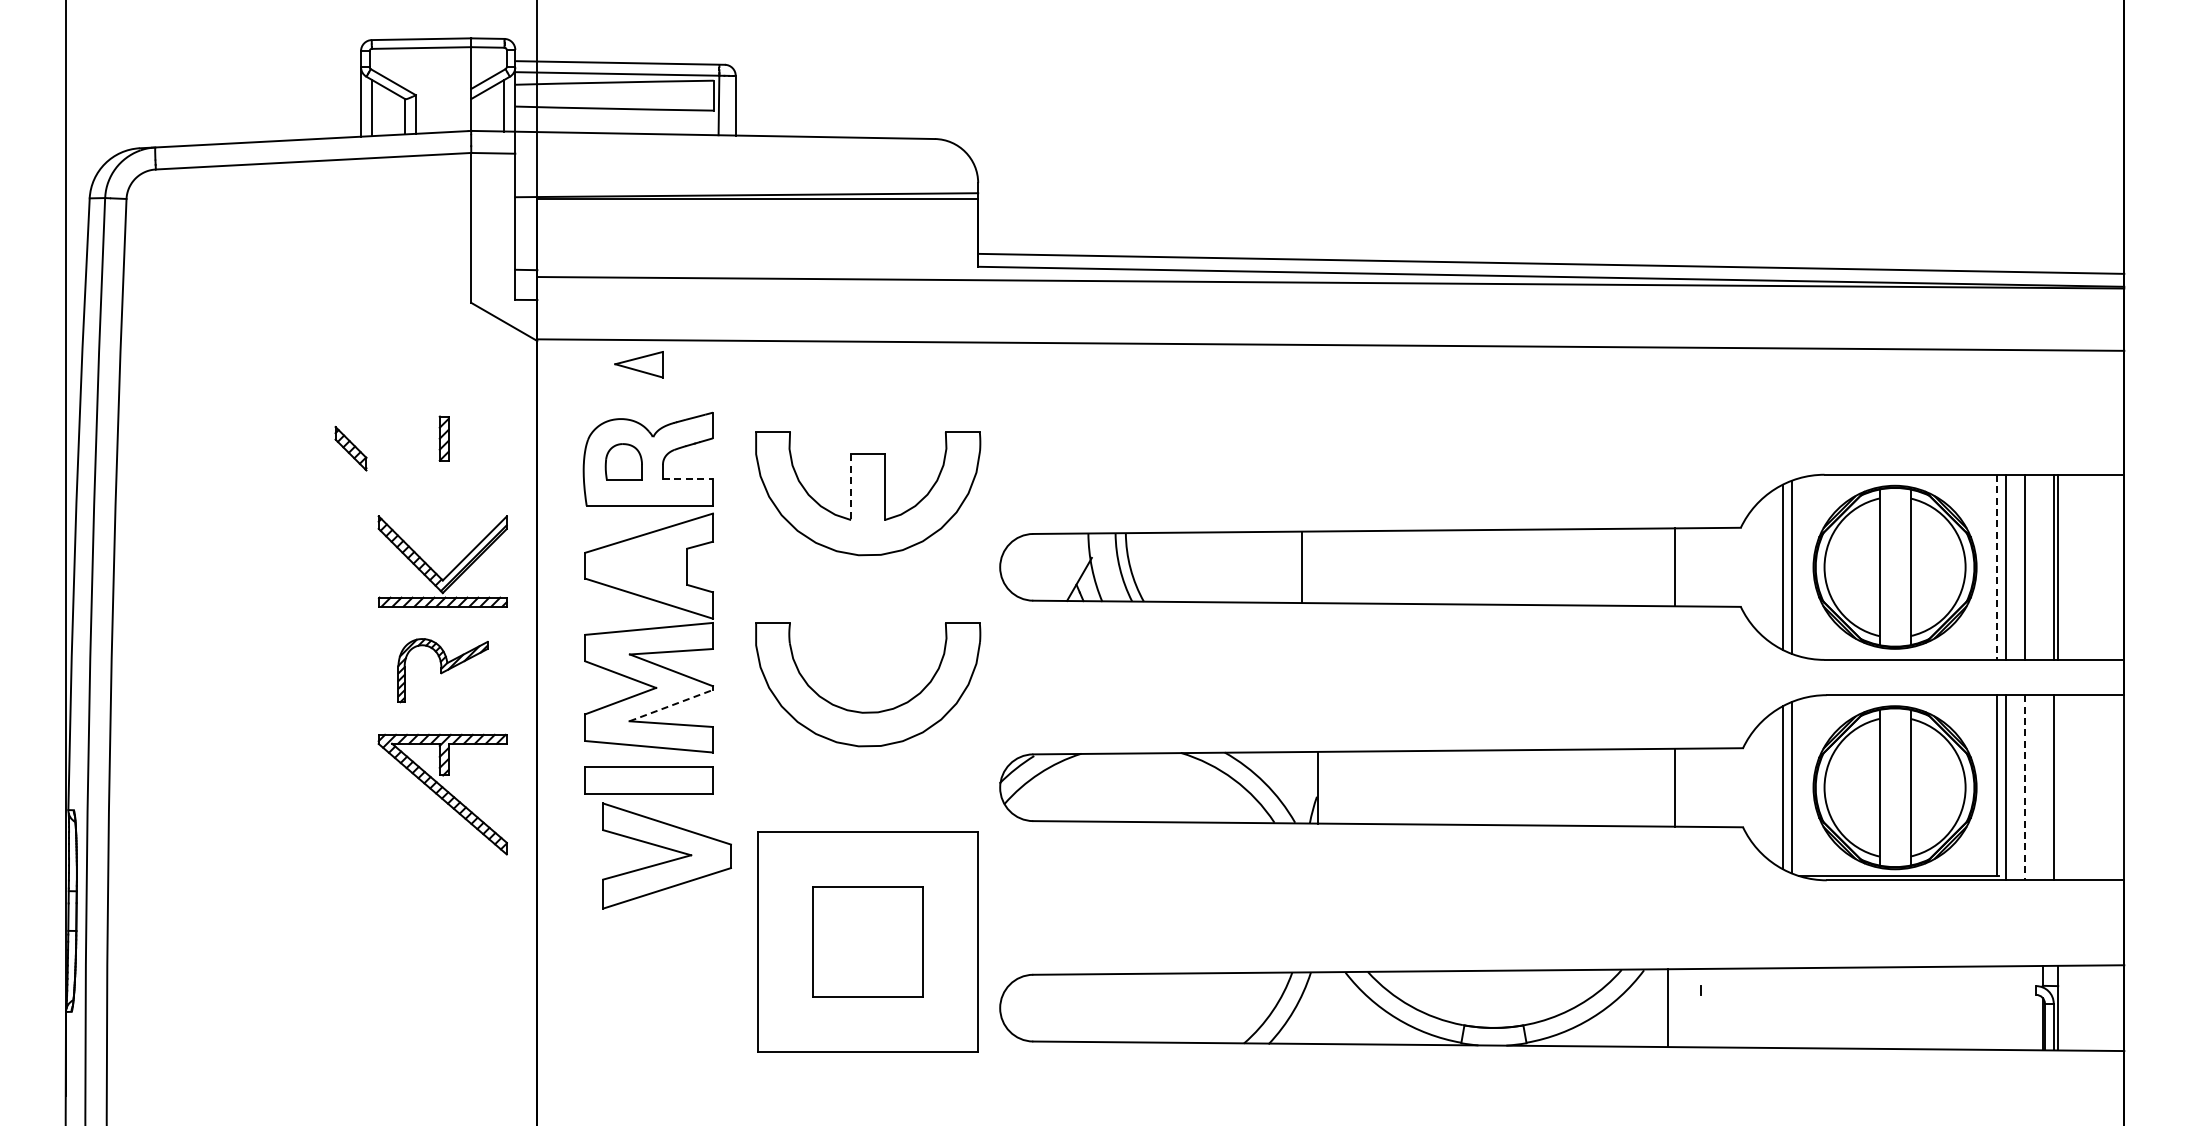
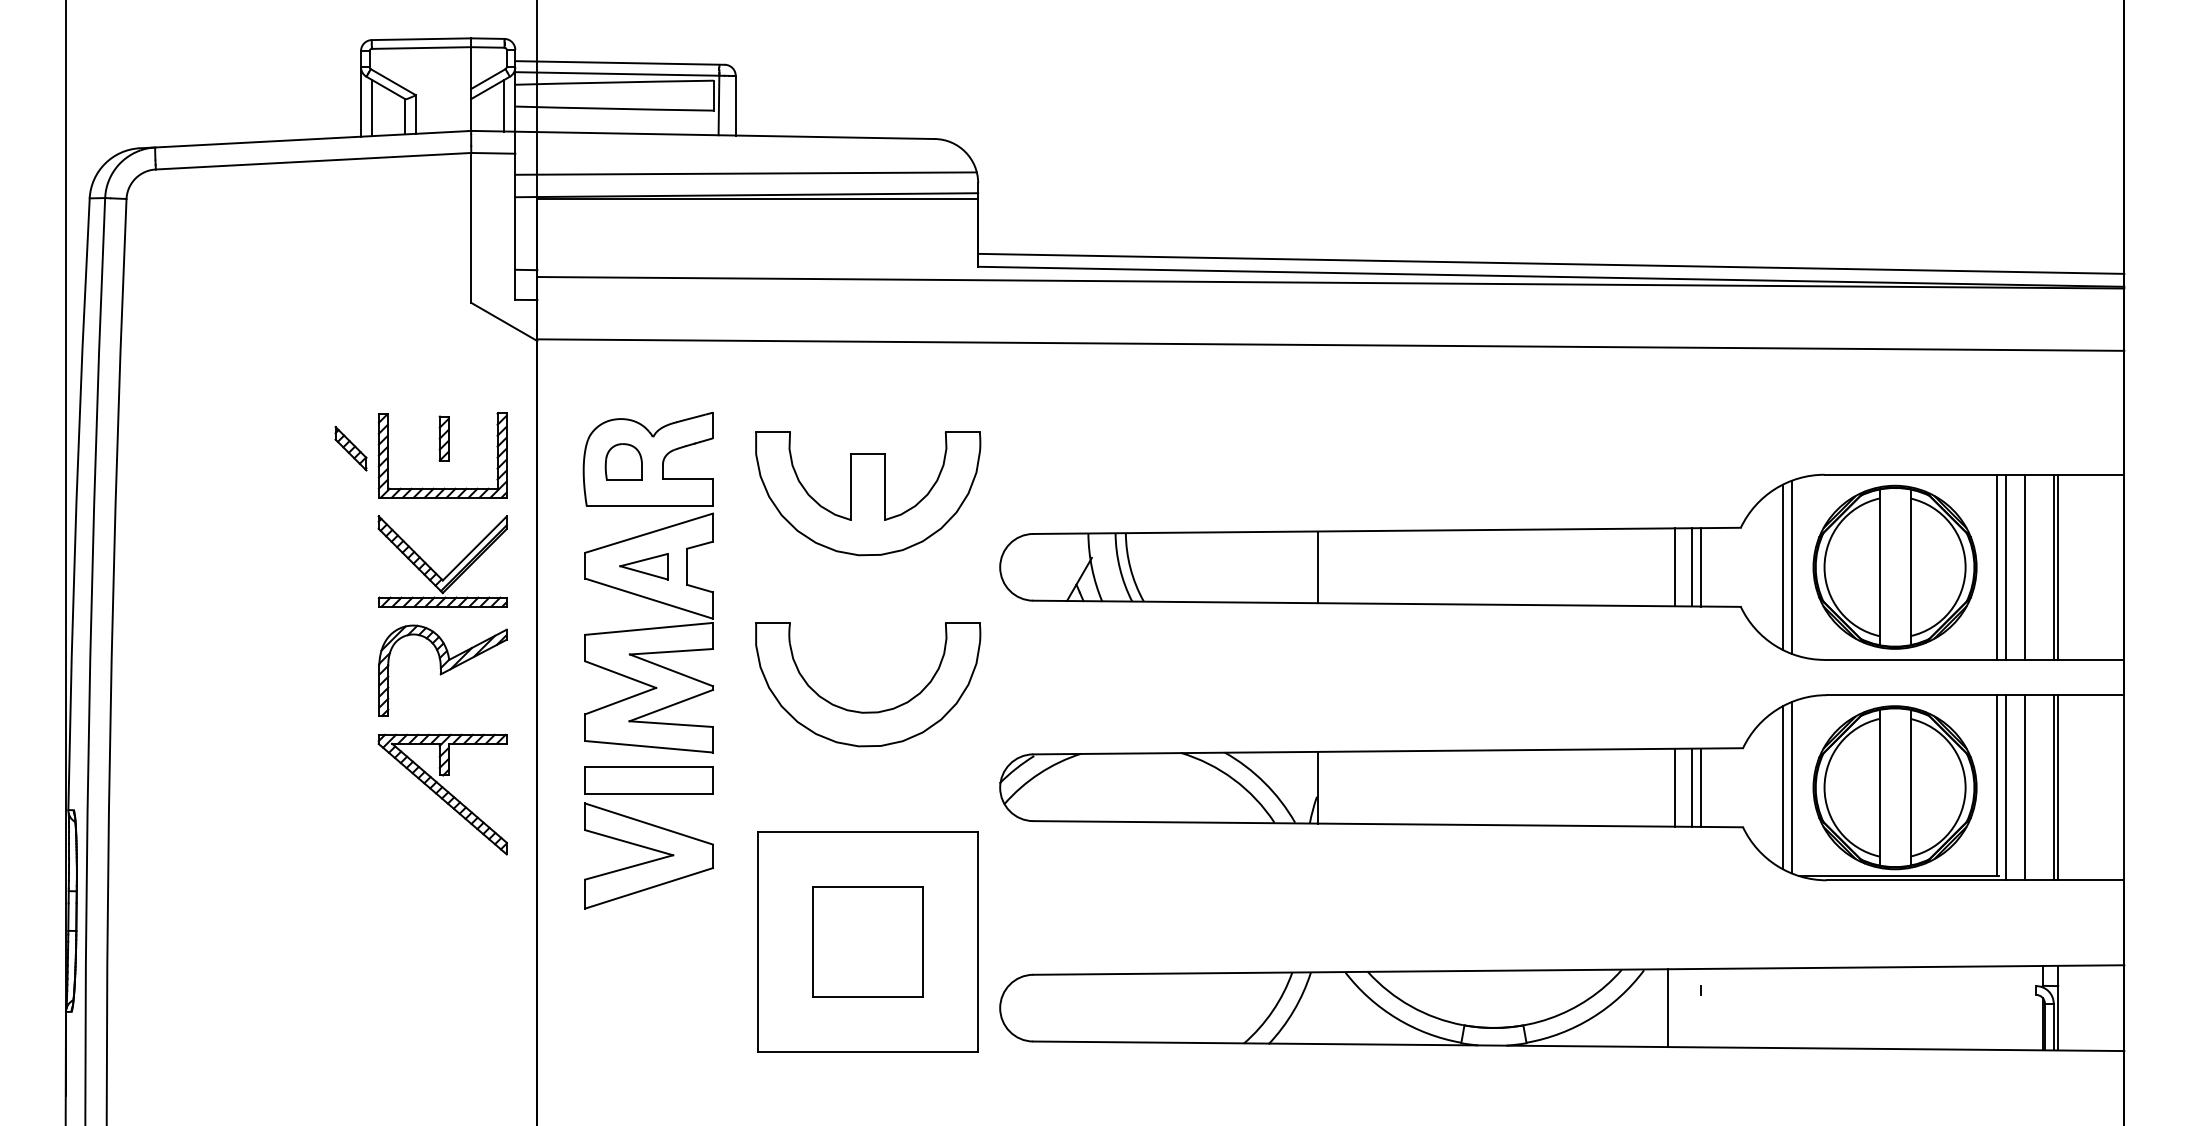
line at (745, 173): none -> present
part at (638, 364) position: (638, 364) -> (643, 566)
line at (687, 479): dashed -> solid
part at (444, 487): none -> present
line at (851, 487): dashed -> solid
line at (1301, 567) position: (1301, 567) -> (1317, 567)
line at (1692, 567): none -> present
line at (1701, 567): none -> present
line at (1997, 567): dashed -> solid
part at (442, 670) size: 92x66 px -> 130x93 px
line at (671, 705): dashed -> solid
line at (1692, 787): none -> present
line at (1701, 787): none -> present
line at (2025, 787): dashed -> solid
line at (2058, 787): none -> present
part at (666, 855) position: (666, 855) -> (648, 855)
